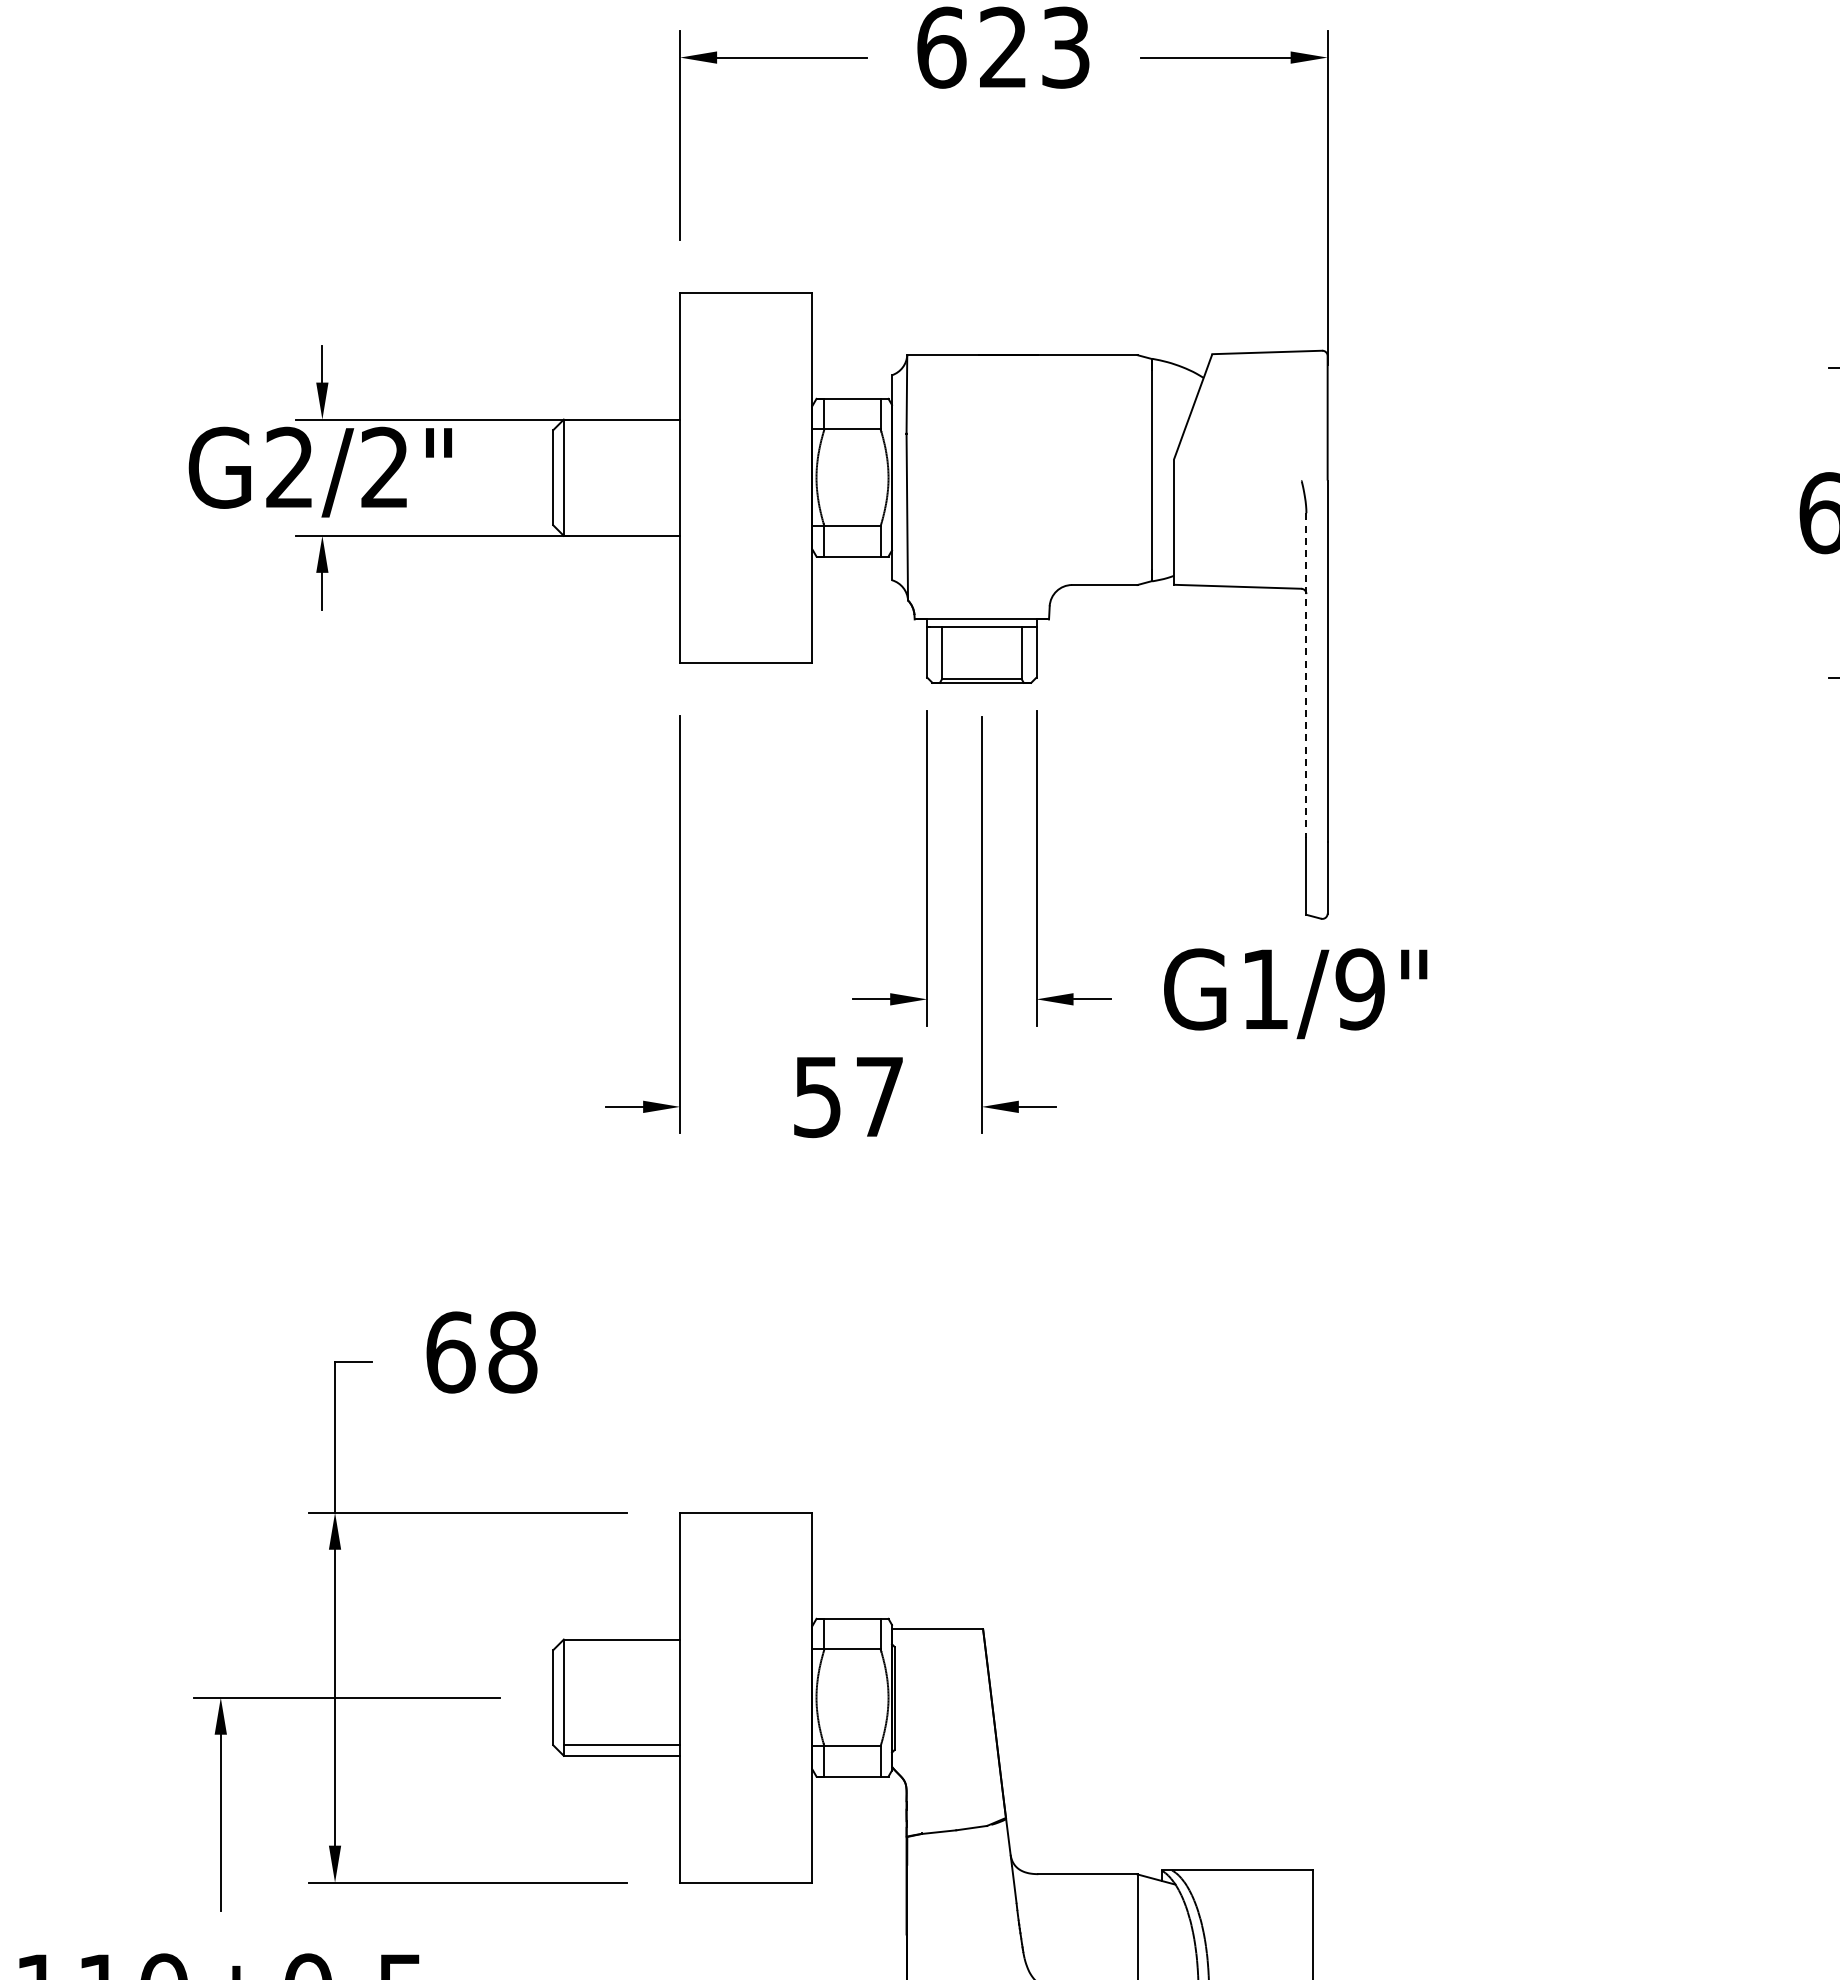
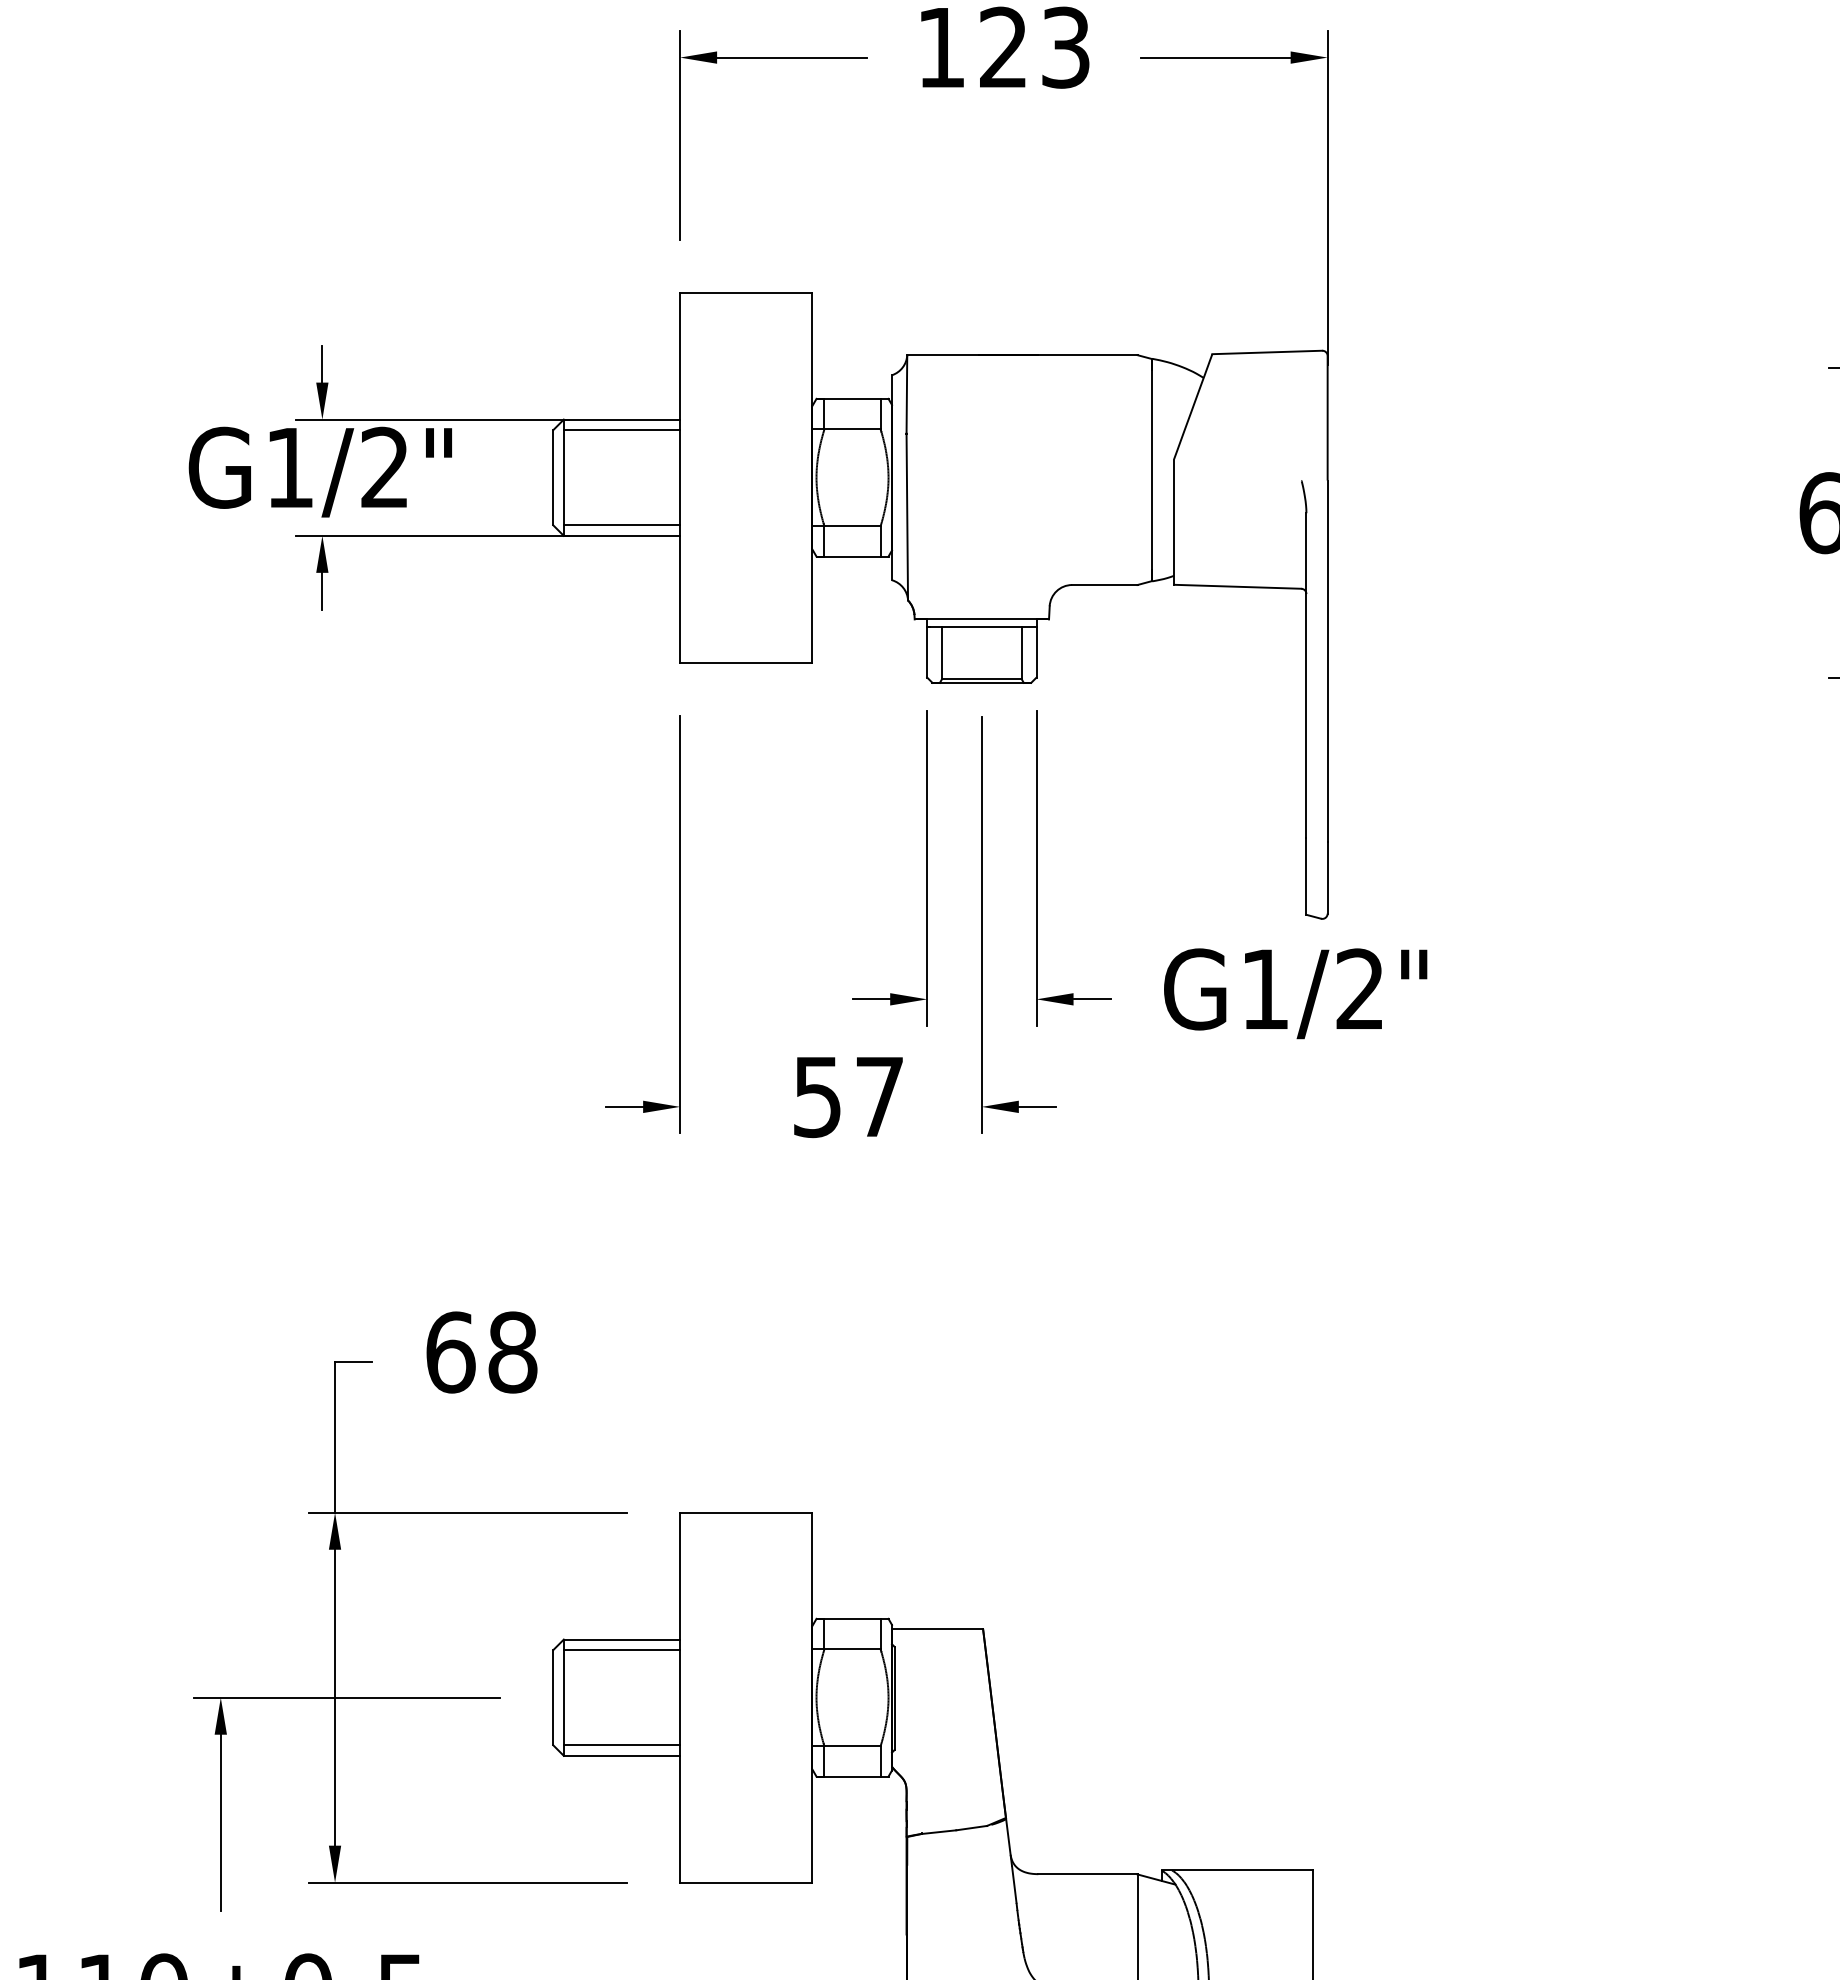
text at (941, 47): 623 -> 123
line at (621, 430): none -> present
text at (289, 466): G2/2" -> G1/2"
line at (621, 525): none -> present
line at (1306, 675): dashed -> solid
text at (1359, 989): G1/9" -> G1/2"
line at (621, 1650): none -> present
